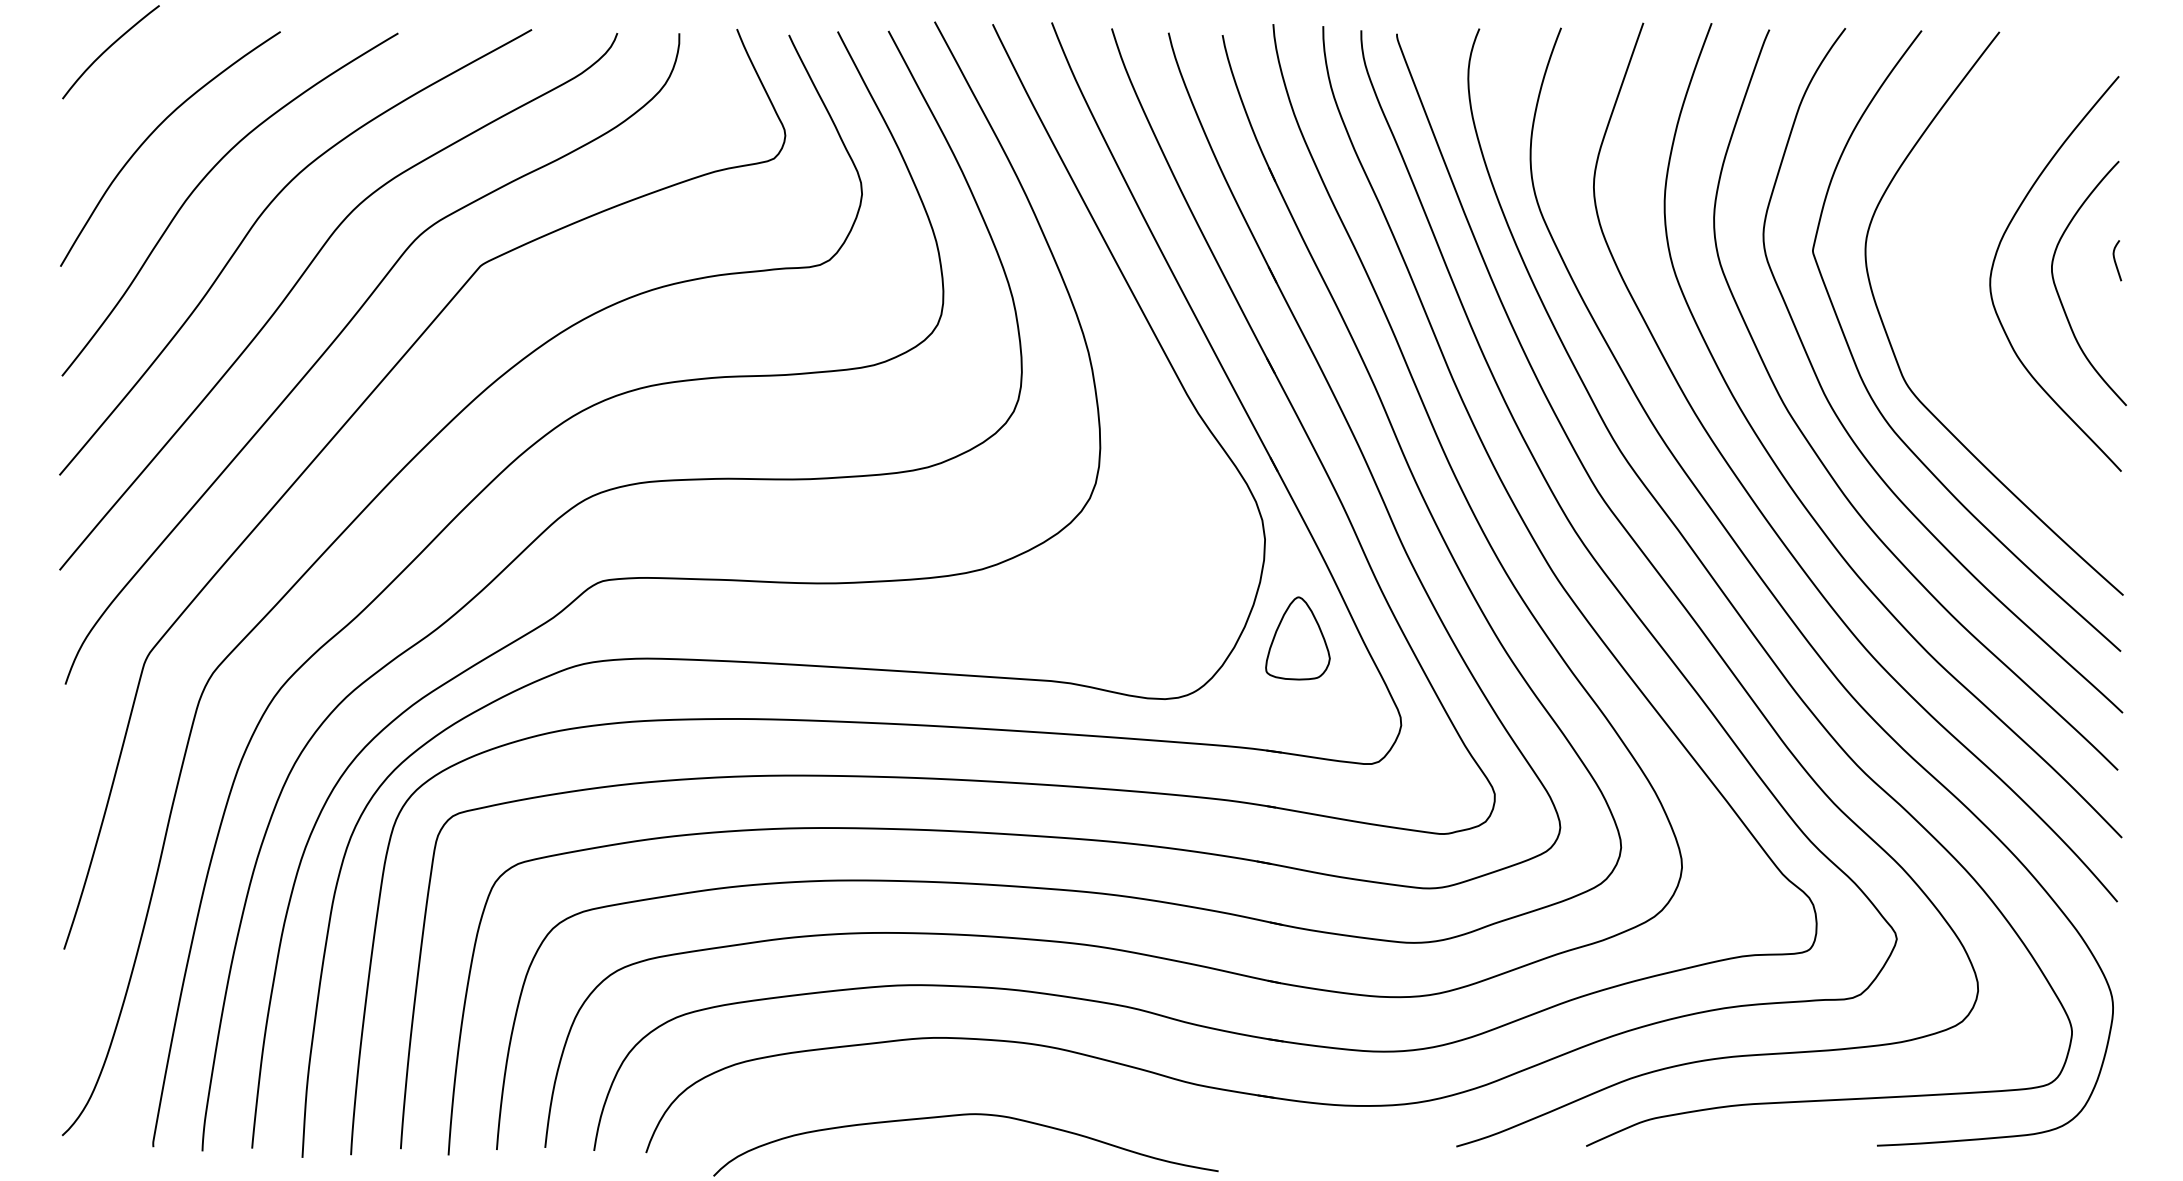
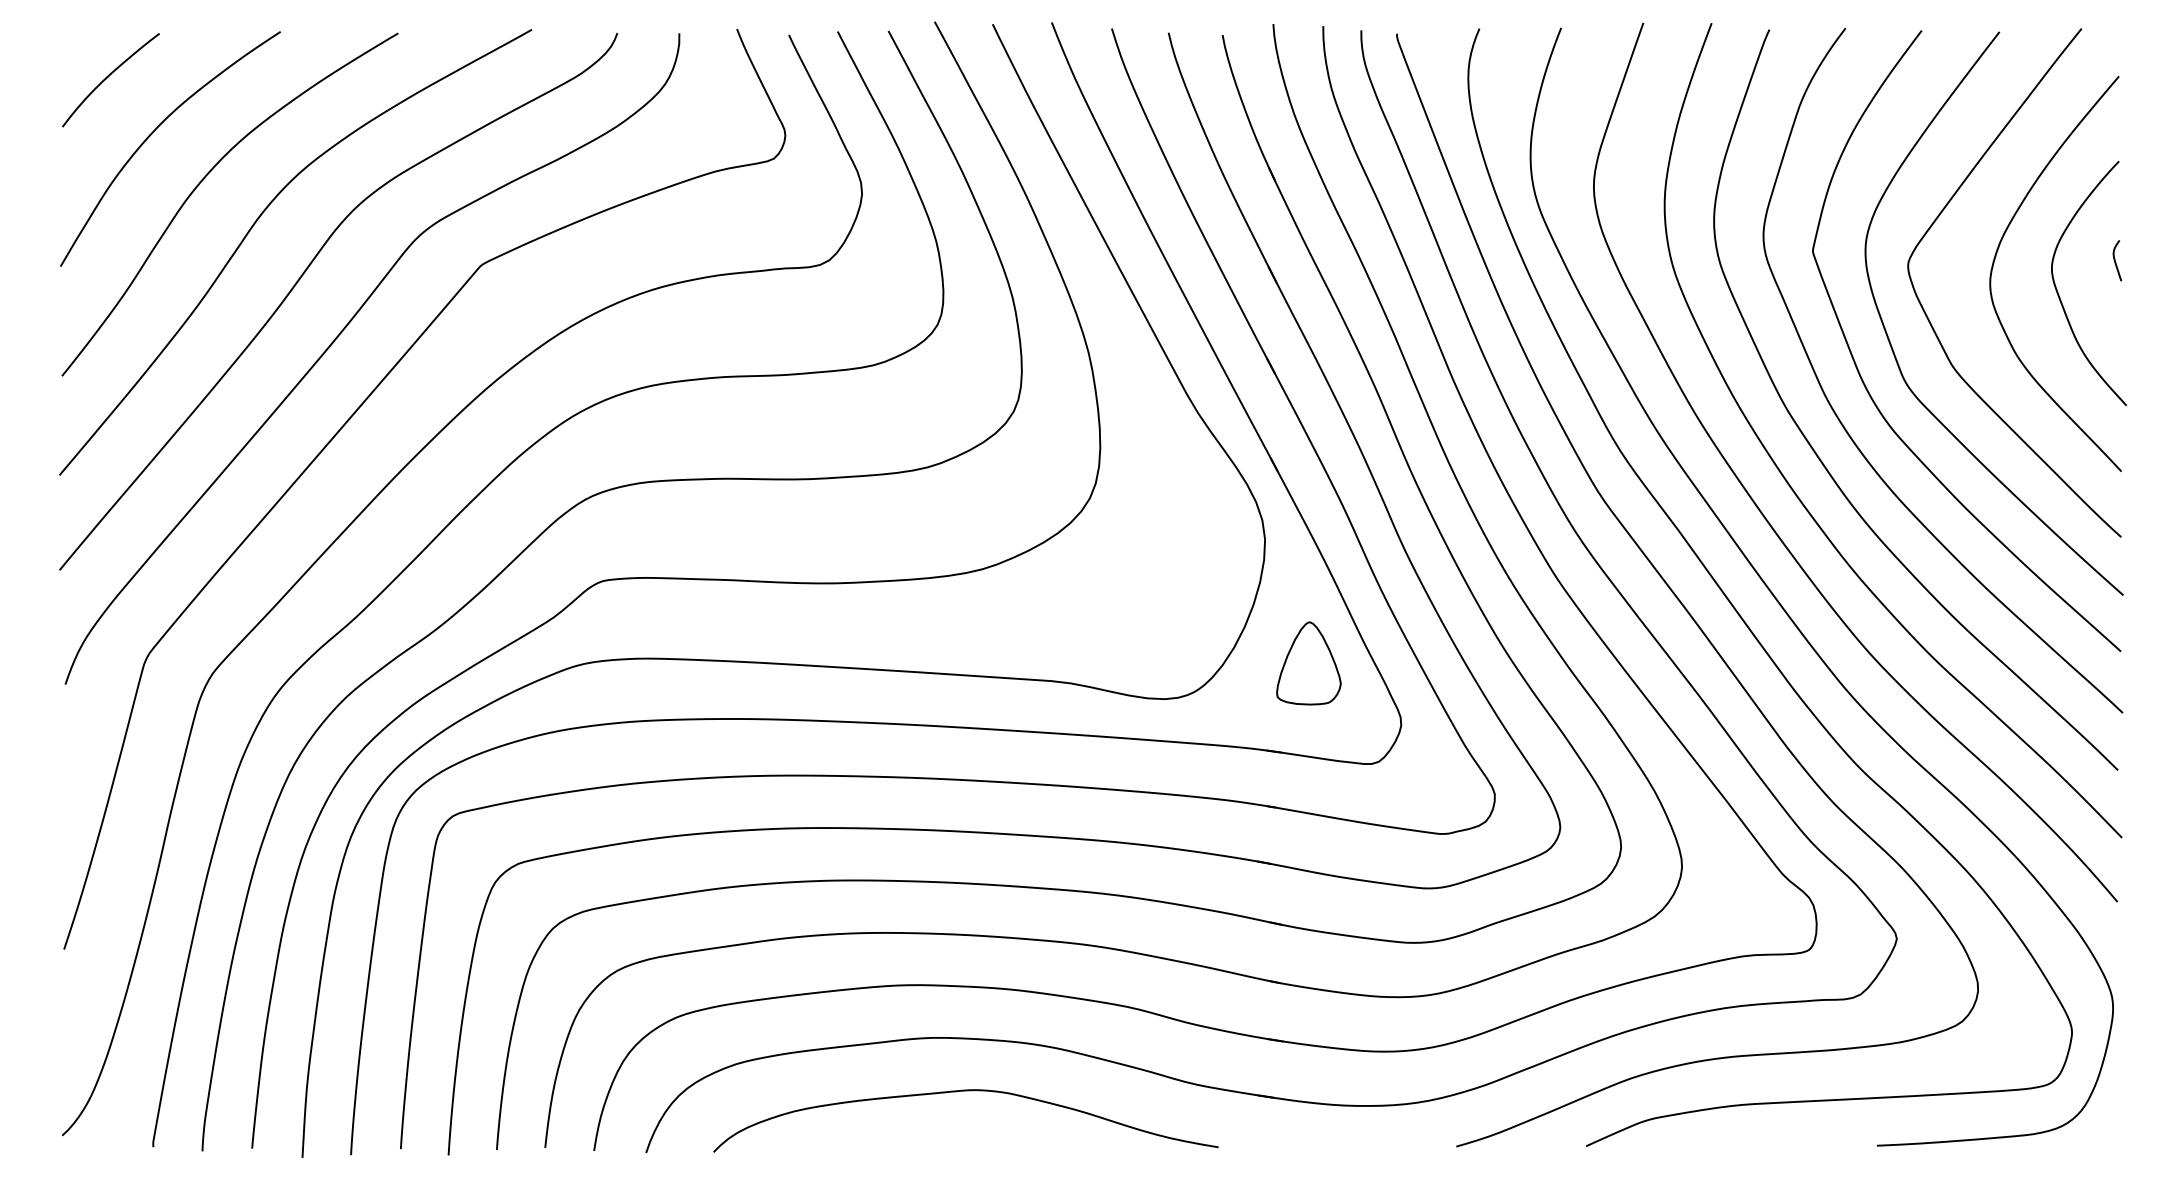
curve at (108, 49) position: (108, 49) -> (108, 77)
curve at (1931, 323): none -> present
part at (1297, 638) position: (1297, 638) -> (1308, 663)
curve at (965, 1115) position: (965, 1115) -> (965, 1091)
